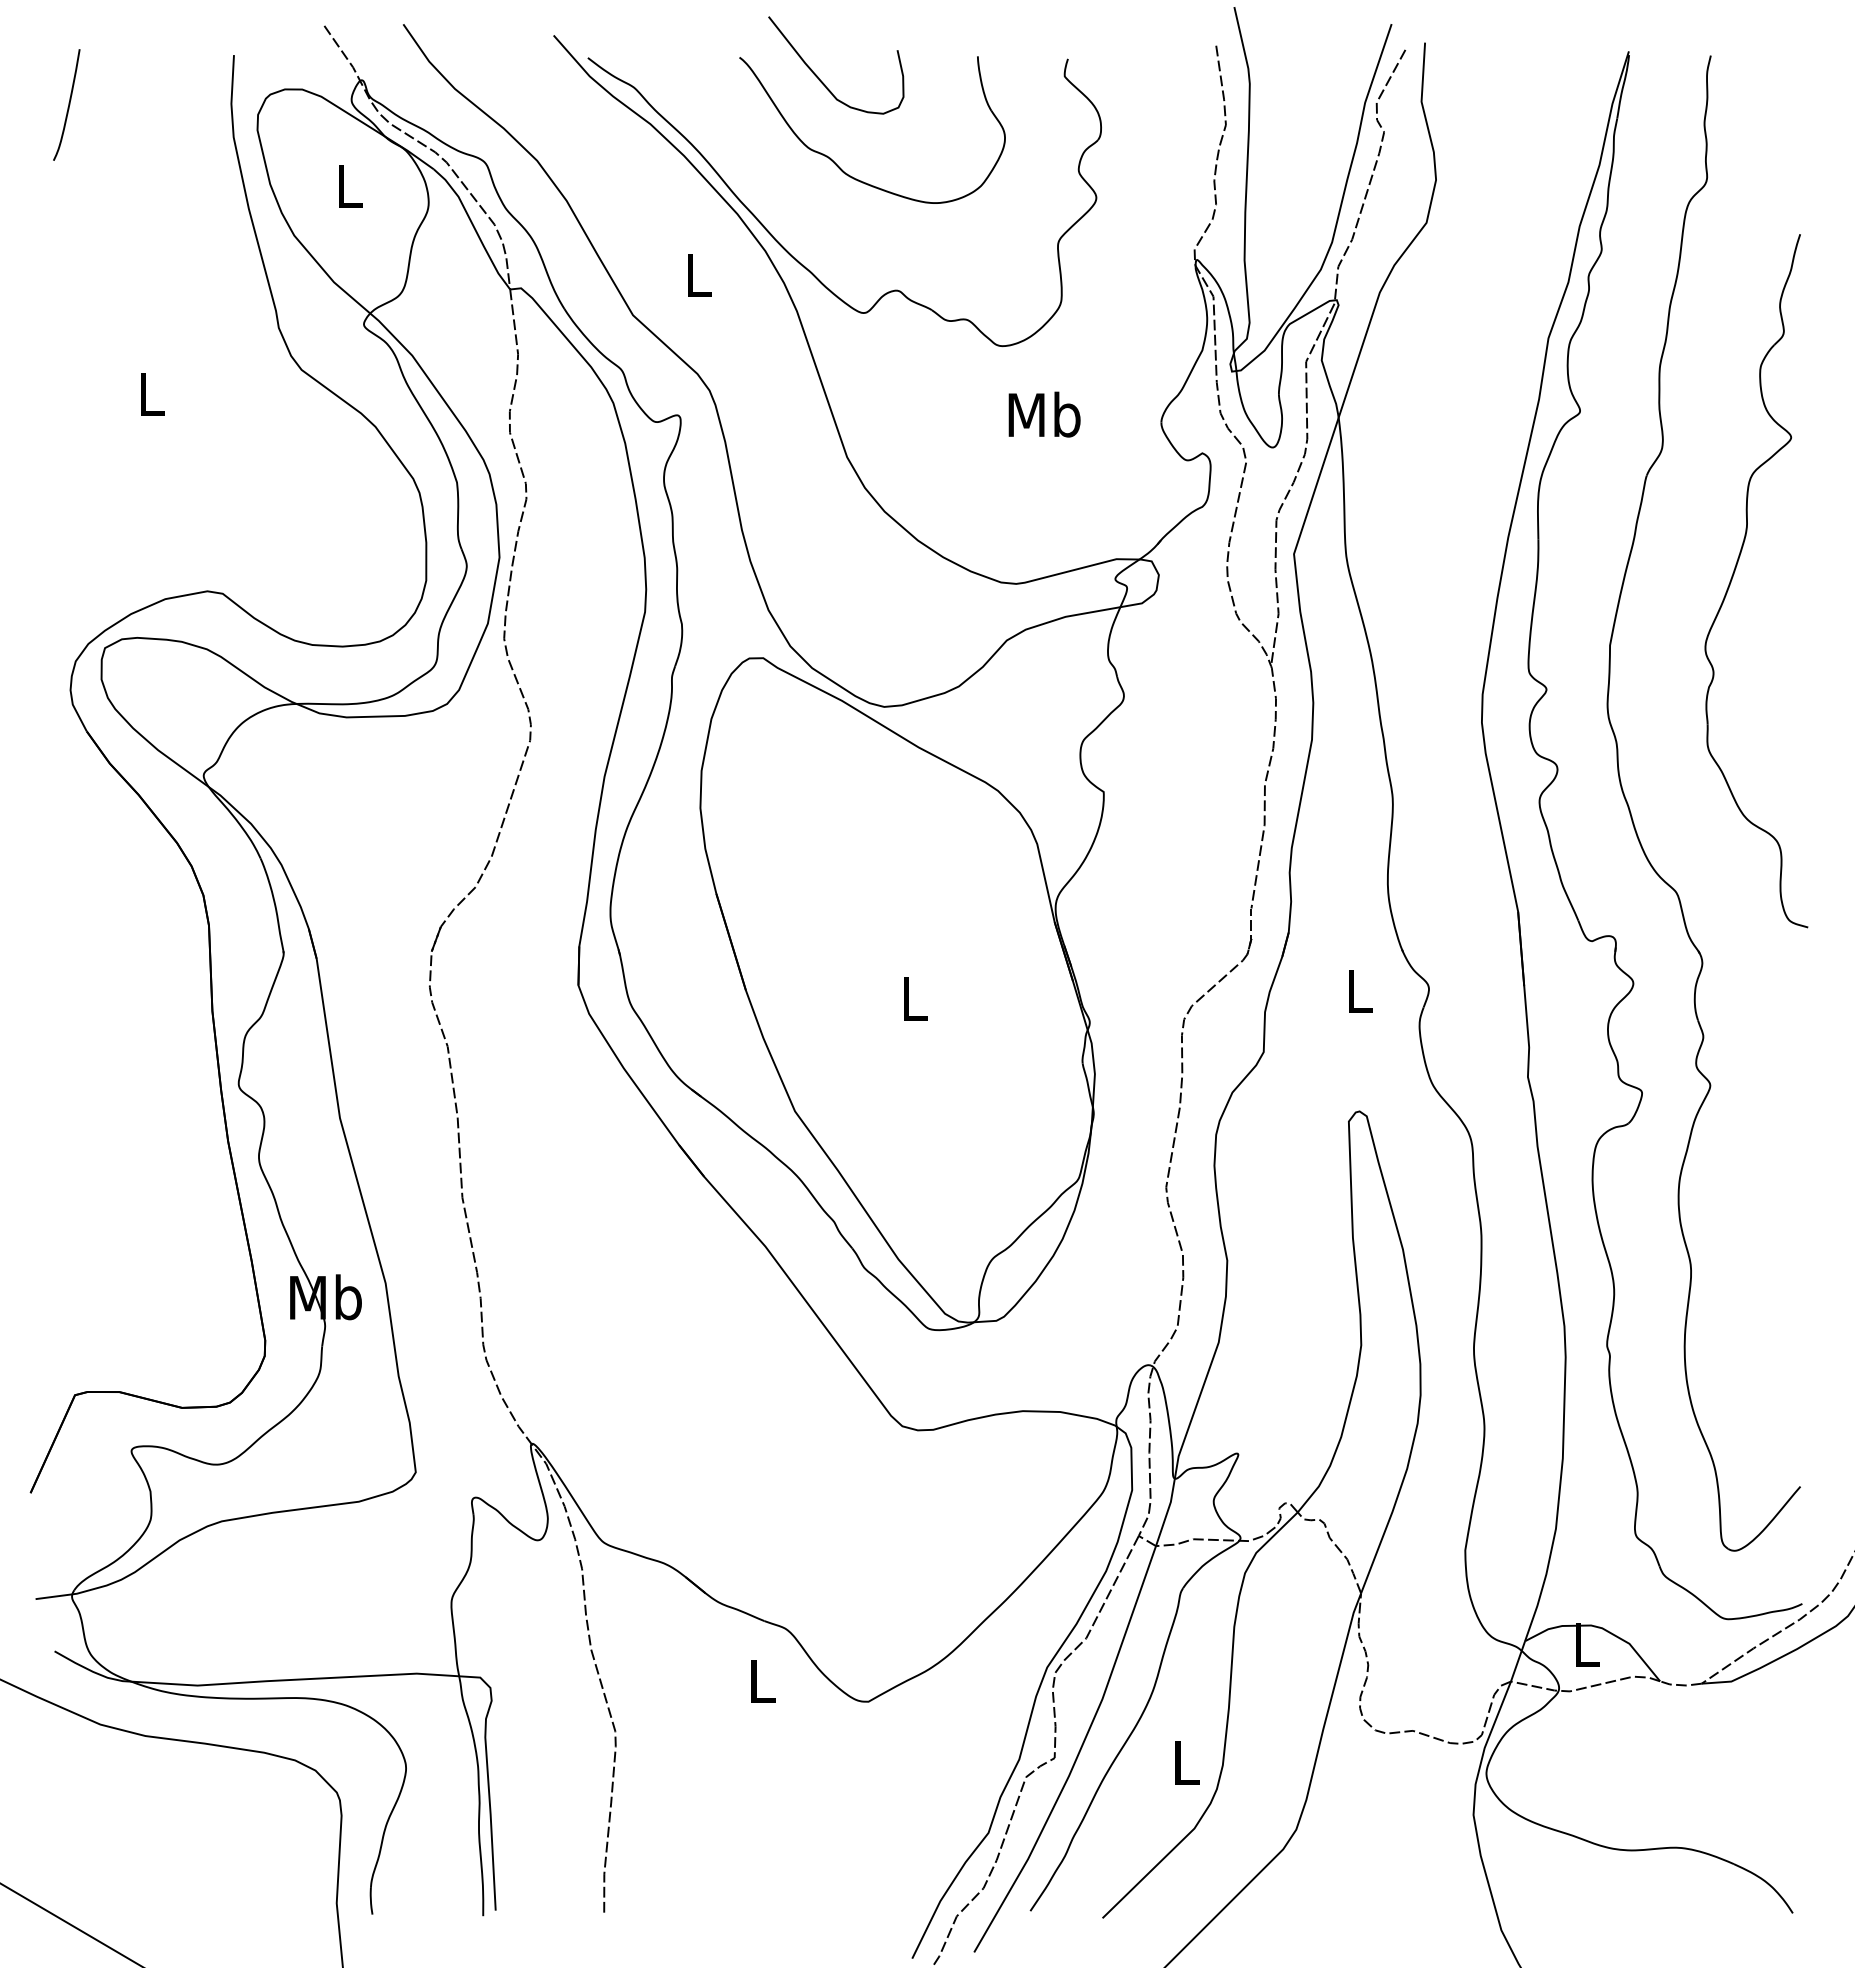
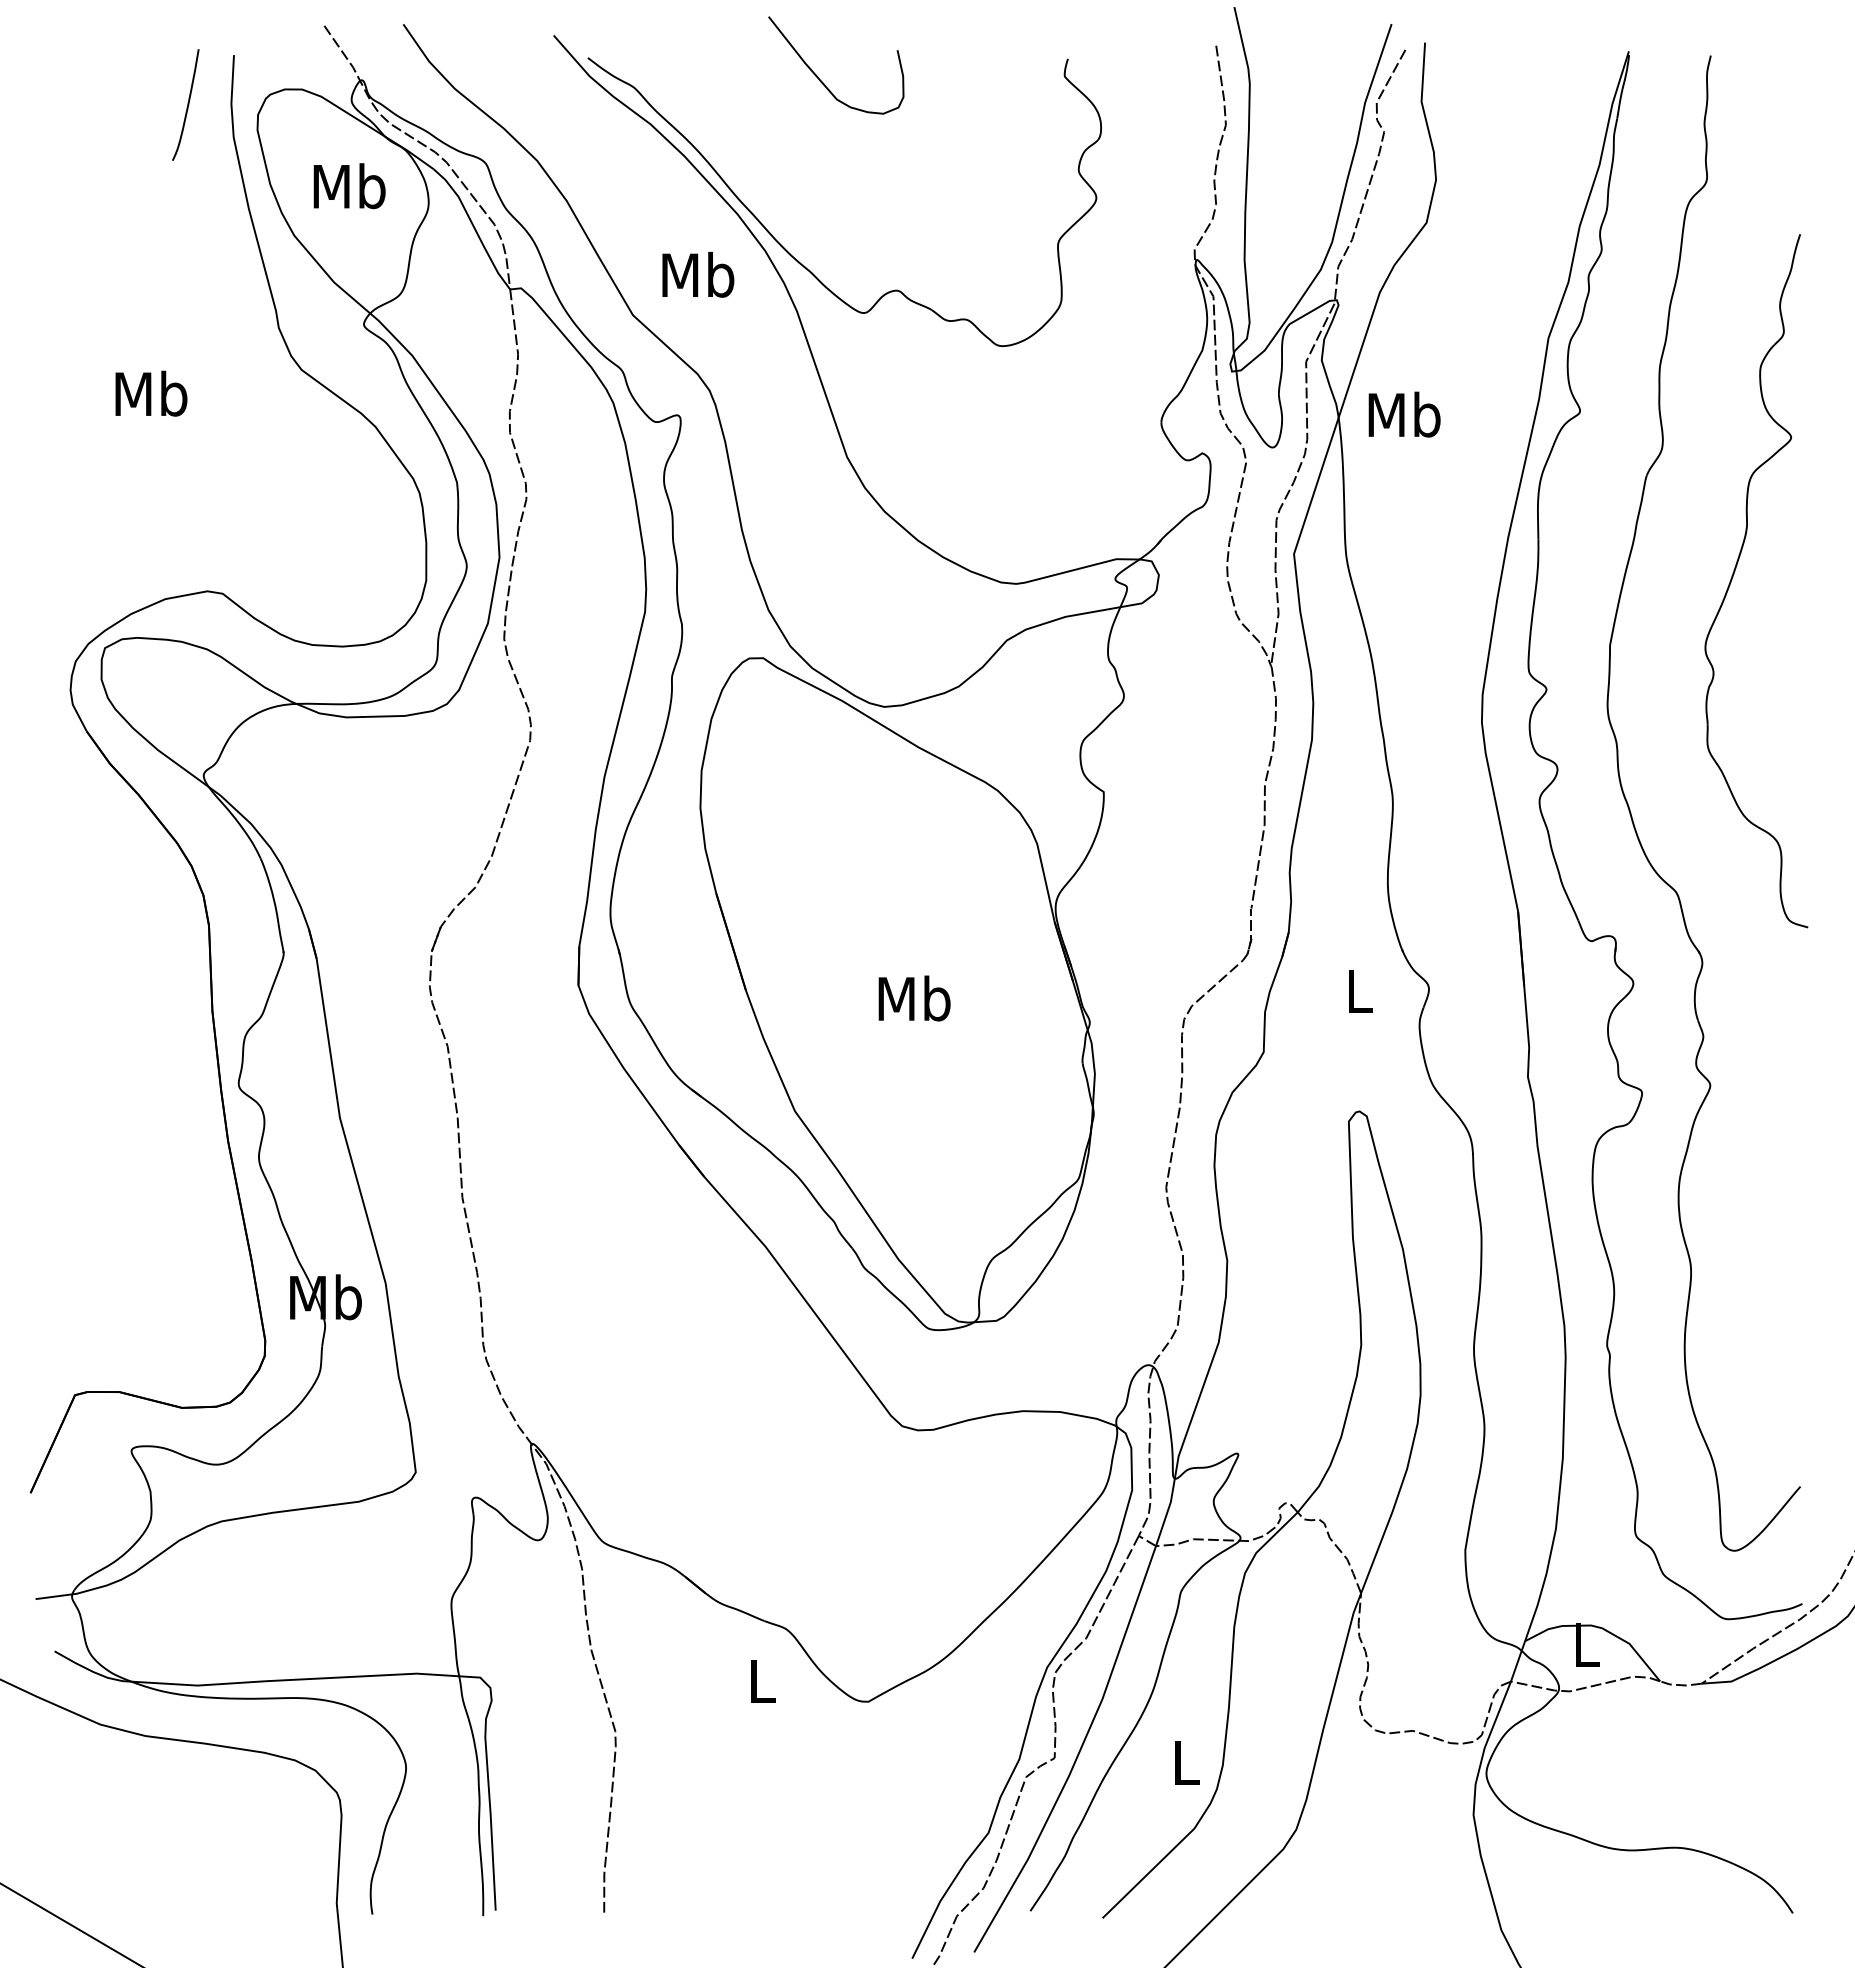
curve at (68, 104) position: (68, 104) -> (187, 104)
part at (837, 164): present -> none
text at (349, 186): L -> Mb
text at (698, 274): L -> Mb
text at (151, 393): L -> Mb
text at (1044, 414) position: (1044, 414) -> (1404, 414)
text at (914, 998): L -> Mb
